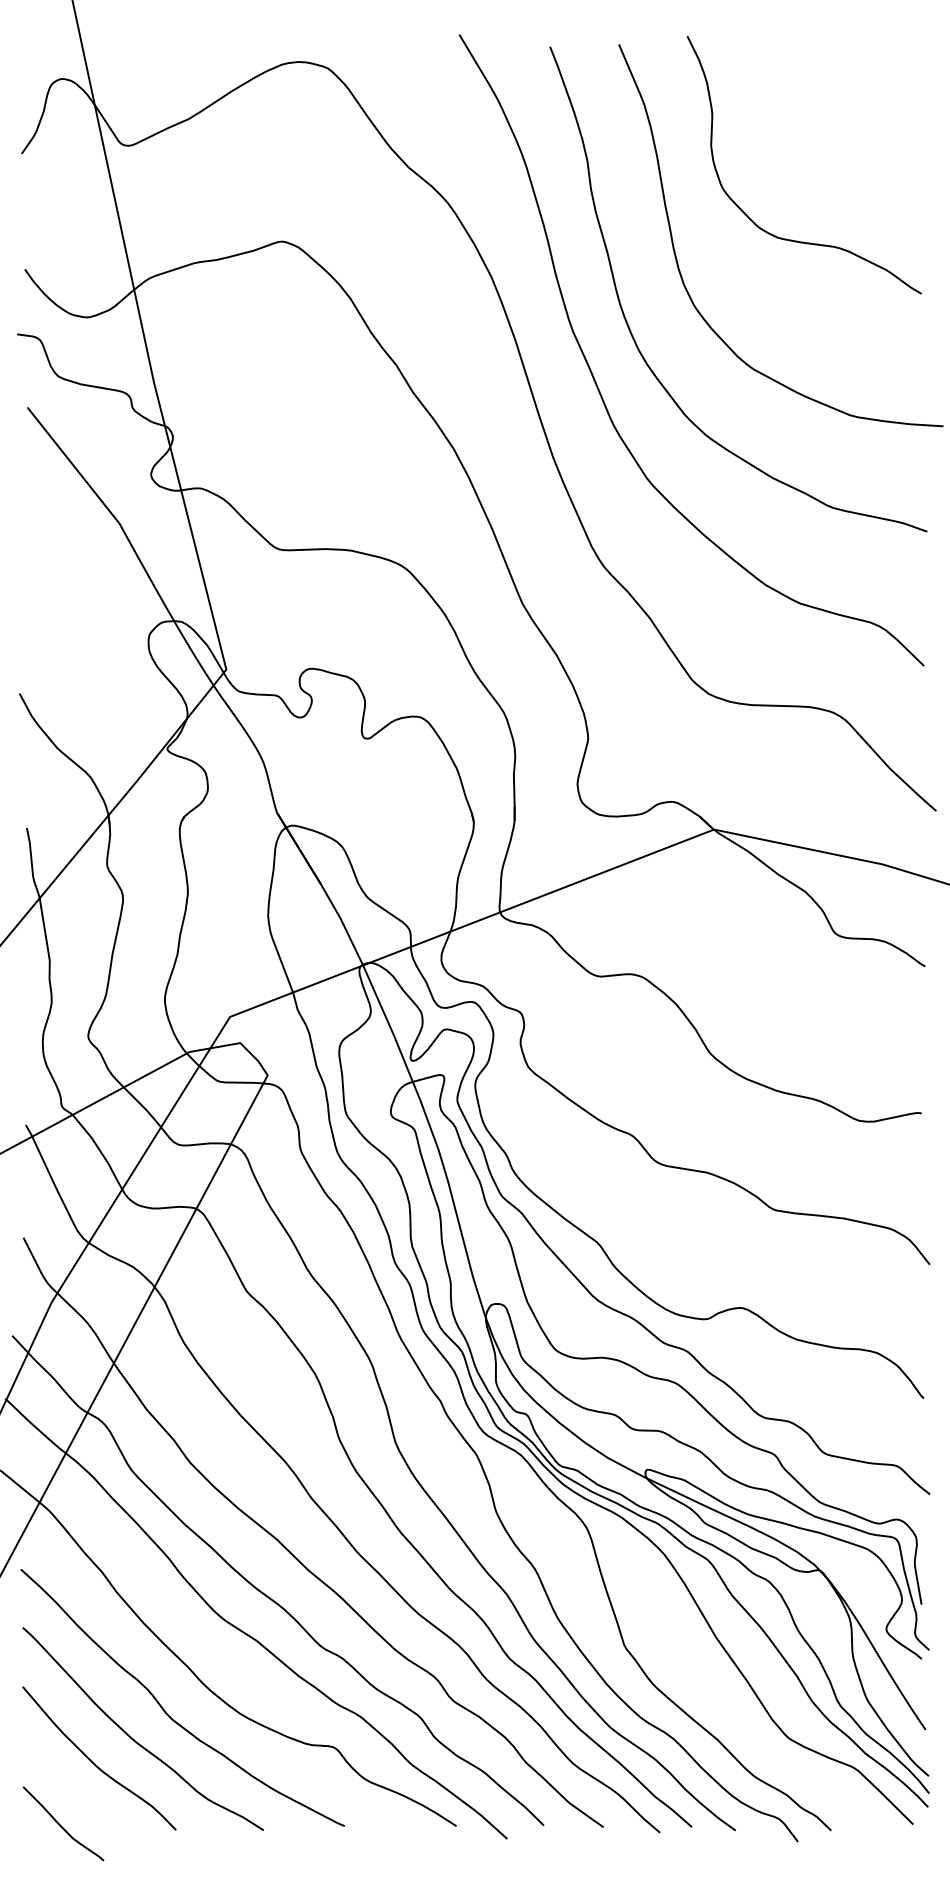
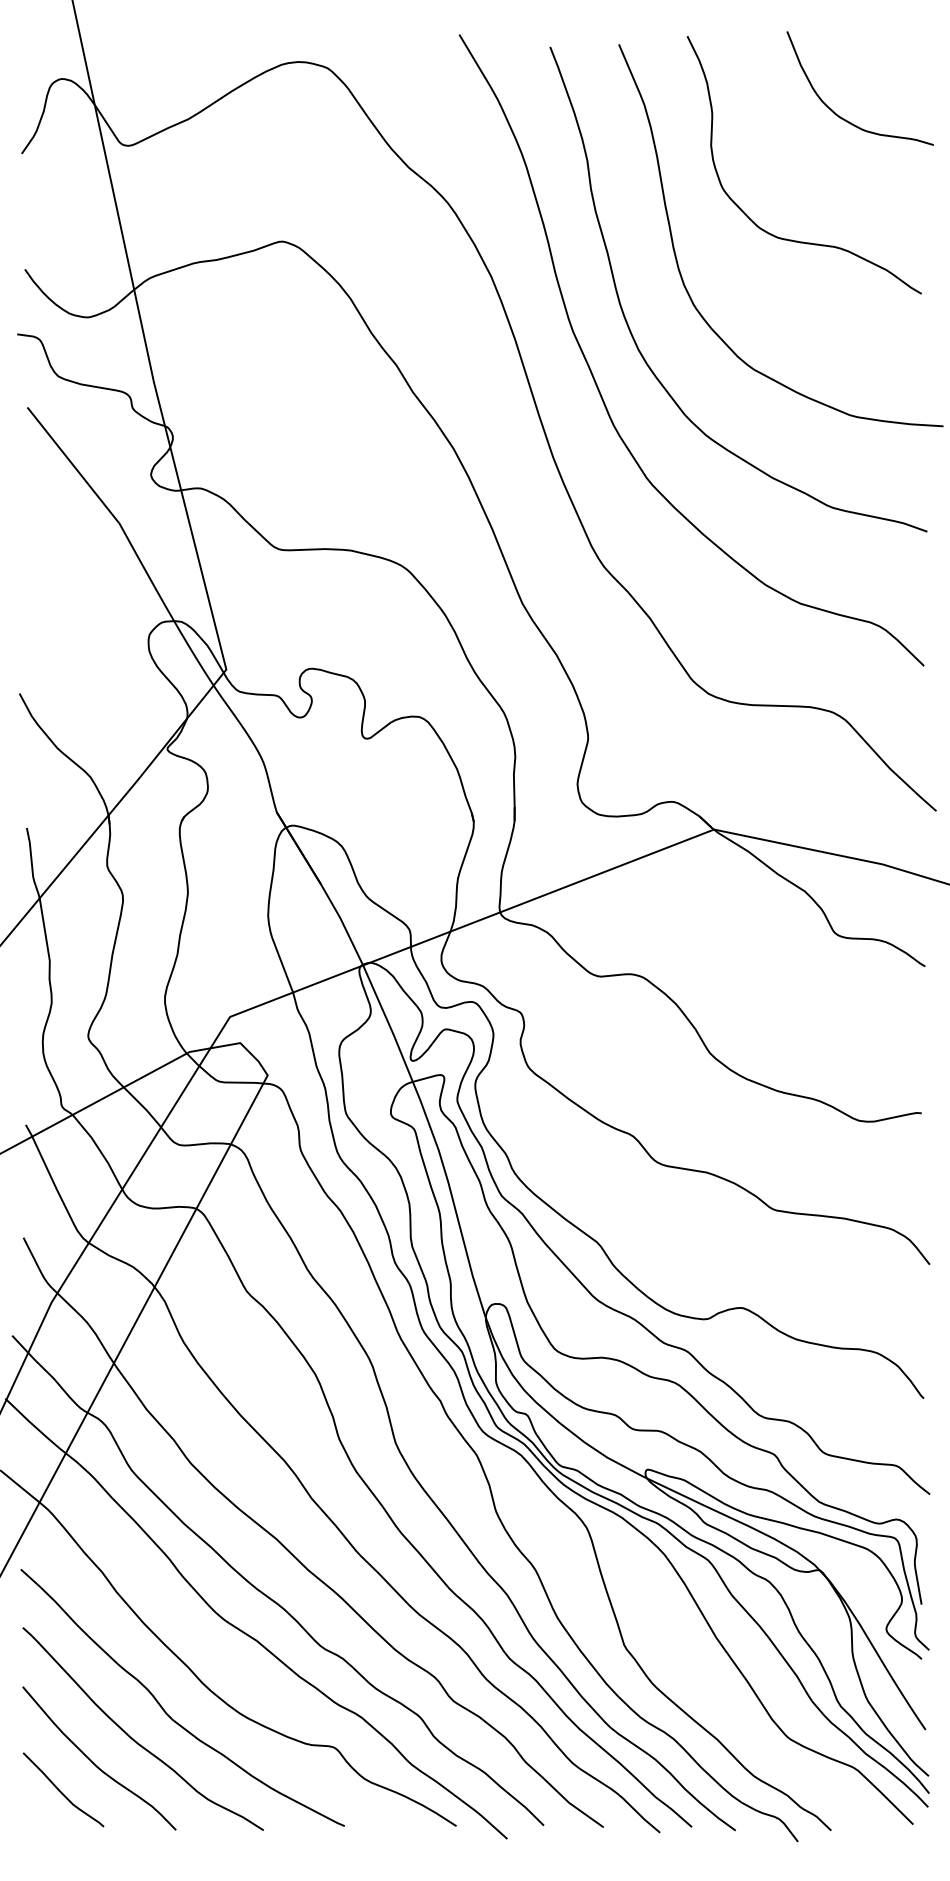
curve at (844, 118): none -> present
curve at (61, 1825) position: (61, 1825) -> (61, 1791)
